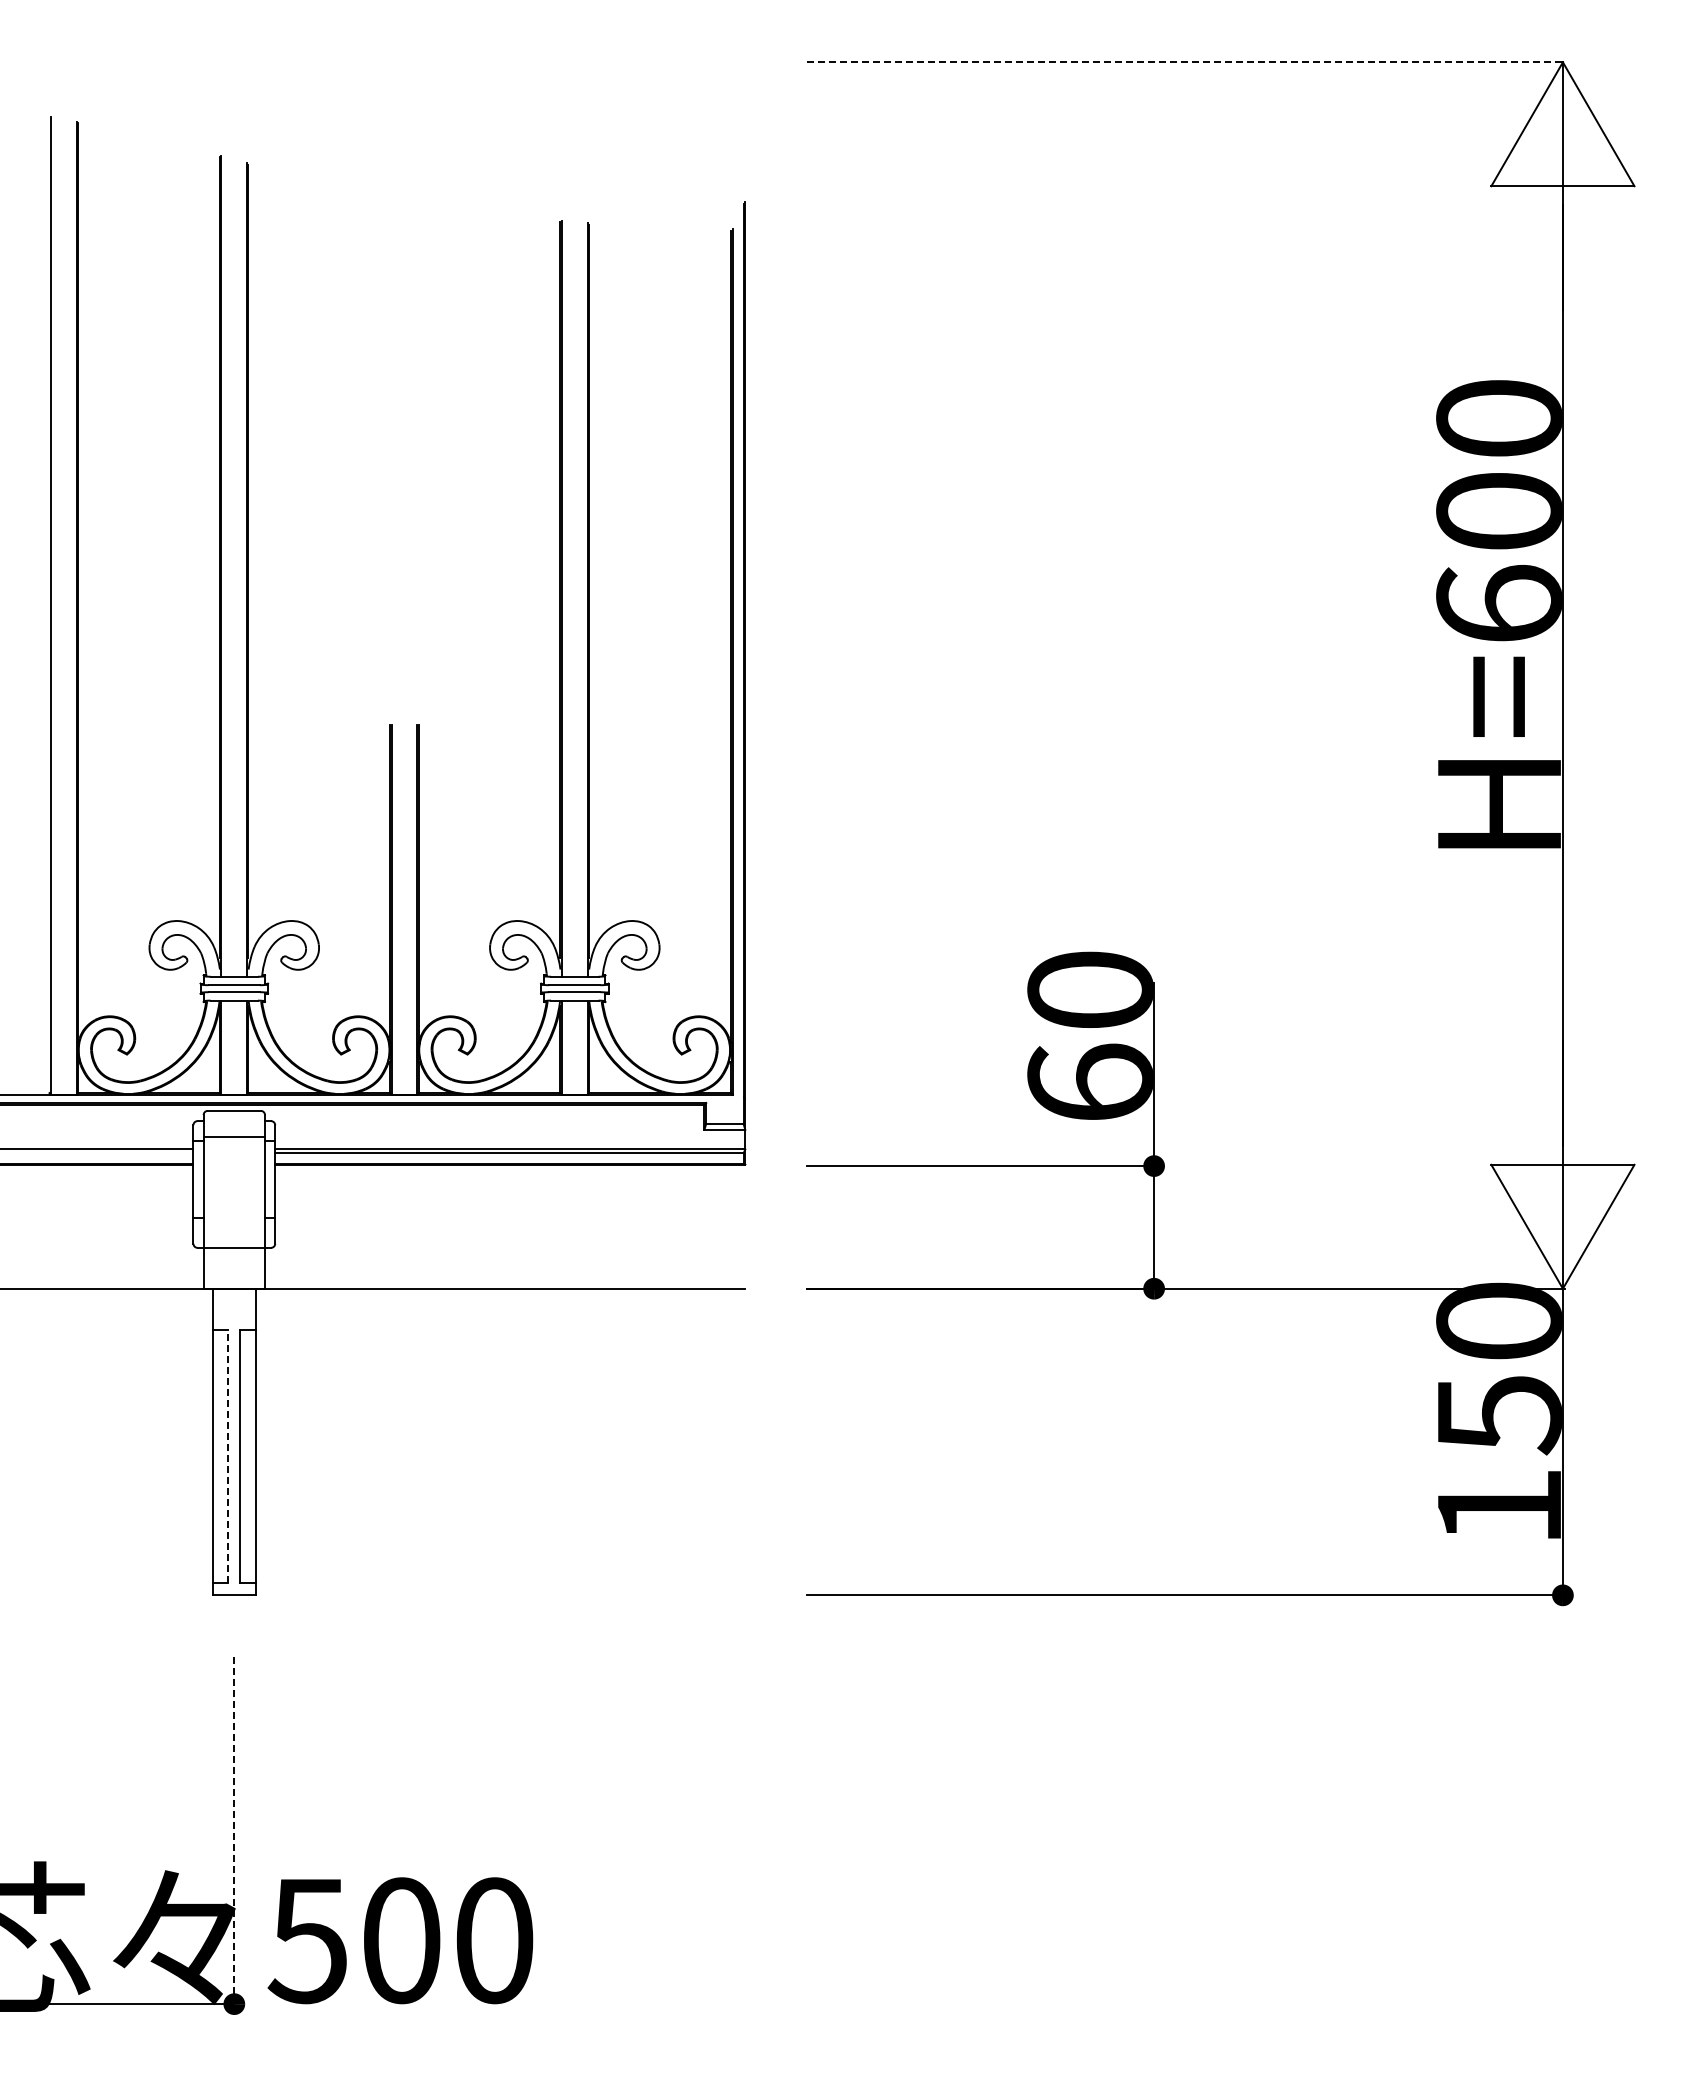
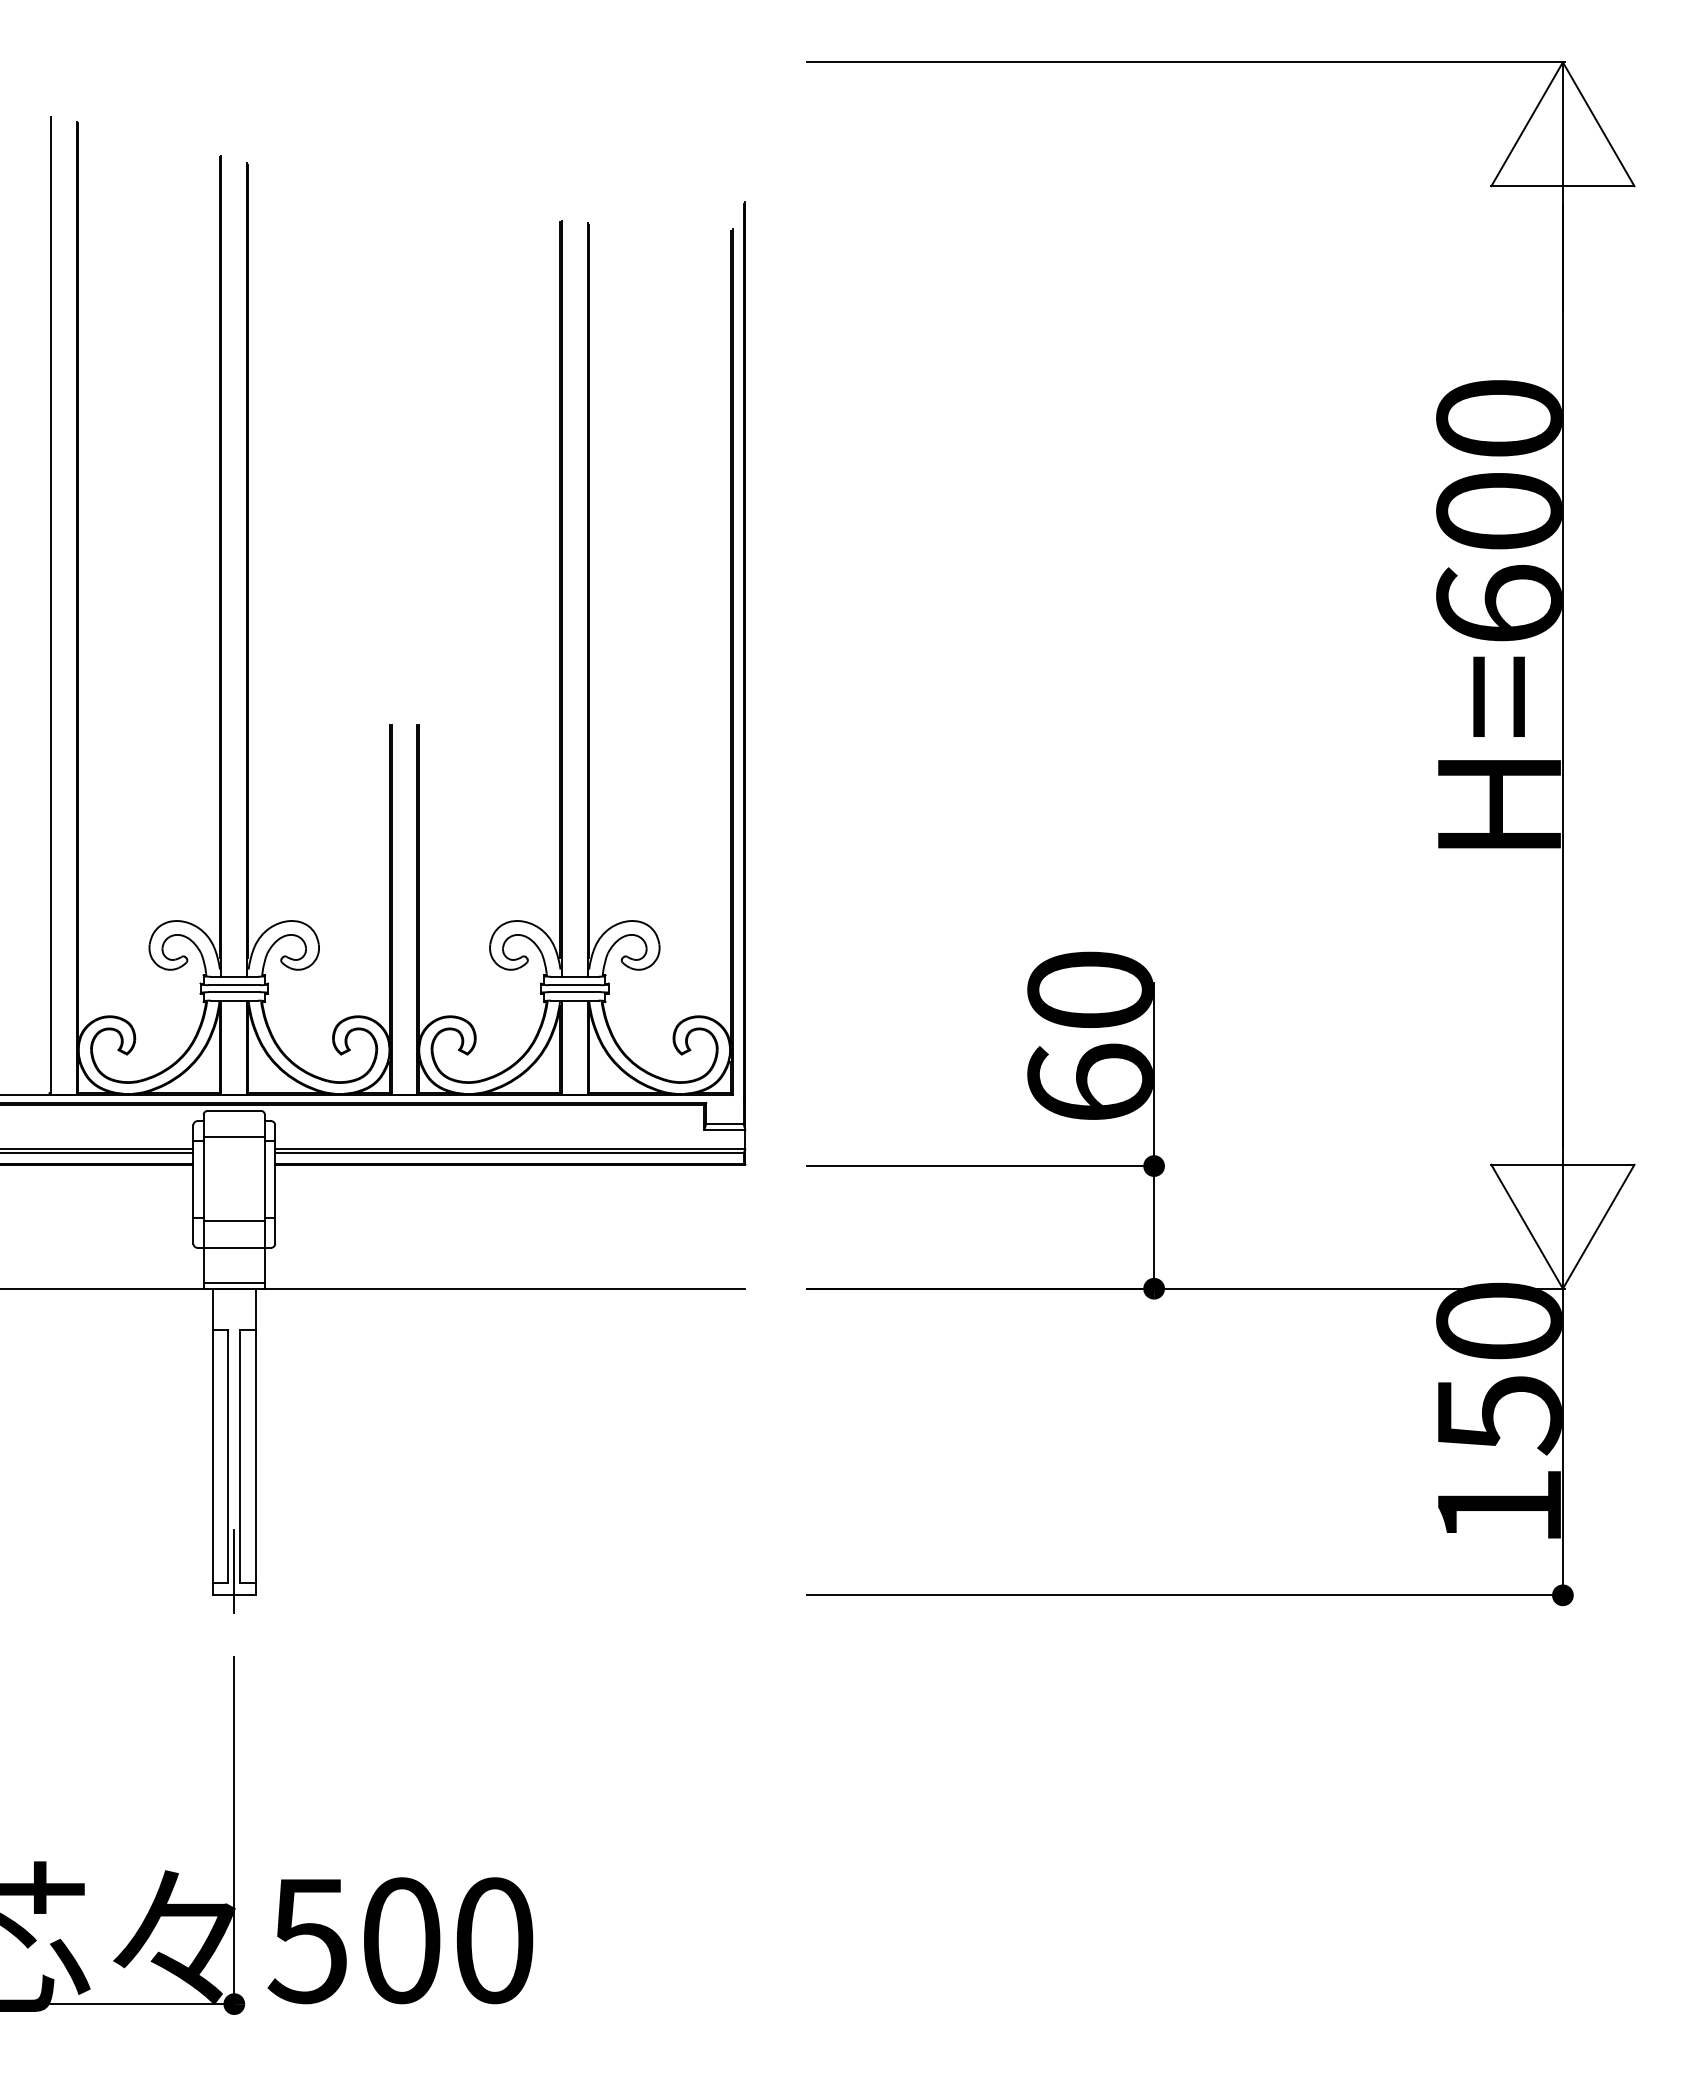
line at (1186, 62): dashed -> solid
line at (97, 1152): none -> present
line at (233, 1221): none -> present
line at (233, 1282): none -> present
line at (228, 1456): dashed -> solid
line at (234, 1571): none -> present
line at (234, 1831): dashed -> solid
